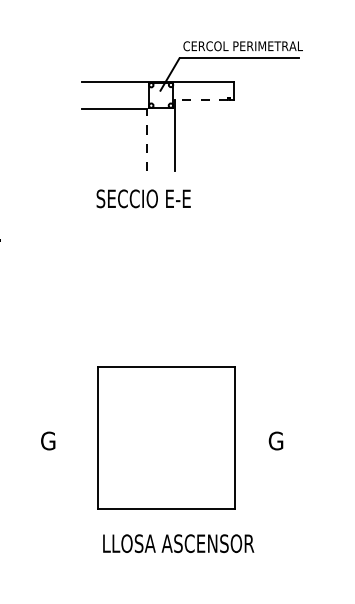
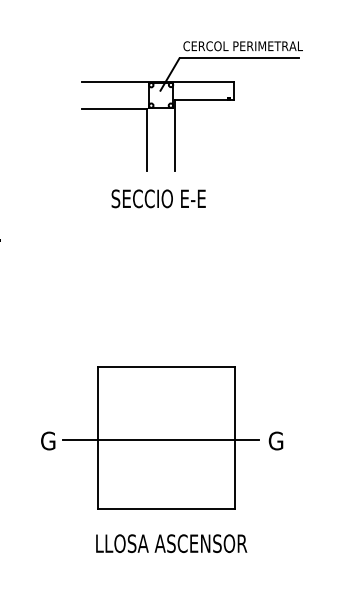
line at (201, 99): dashed -> solid
line at (147, 139): dashed -> solid
text at (143, 198) position: (143, 198) -> (158, 198)
line at (161, 440): none -> present
text at (178, 543) position: (178, 543) -> (171, 543)
